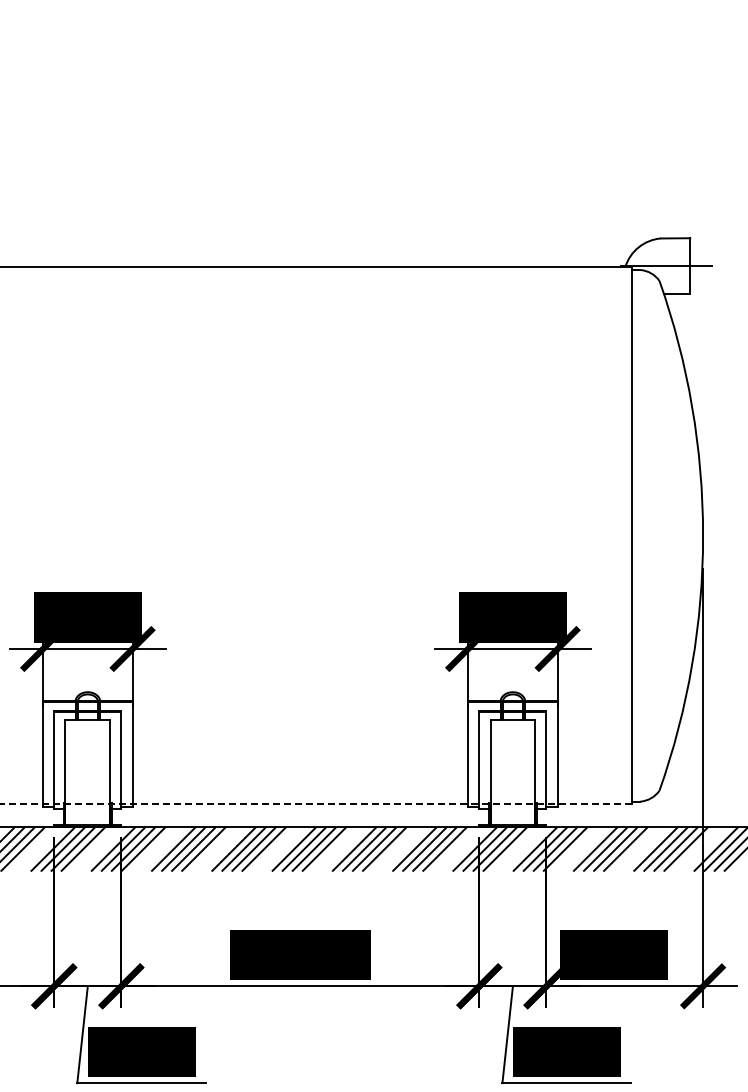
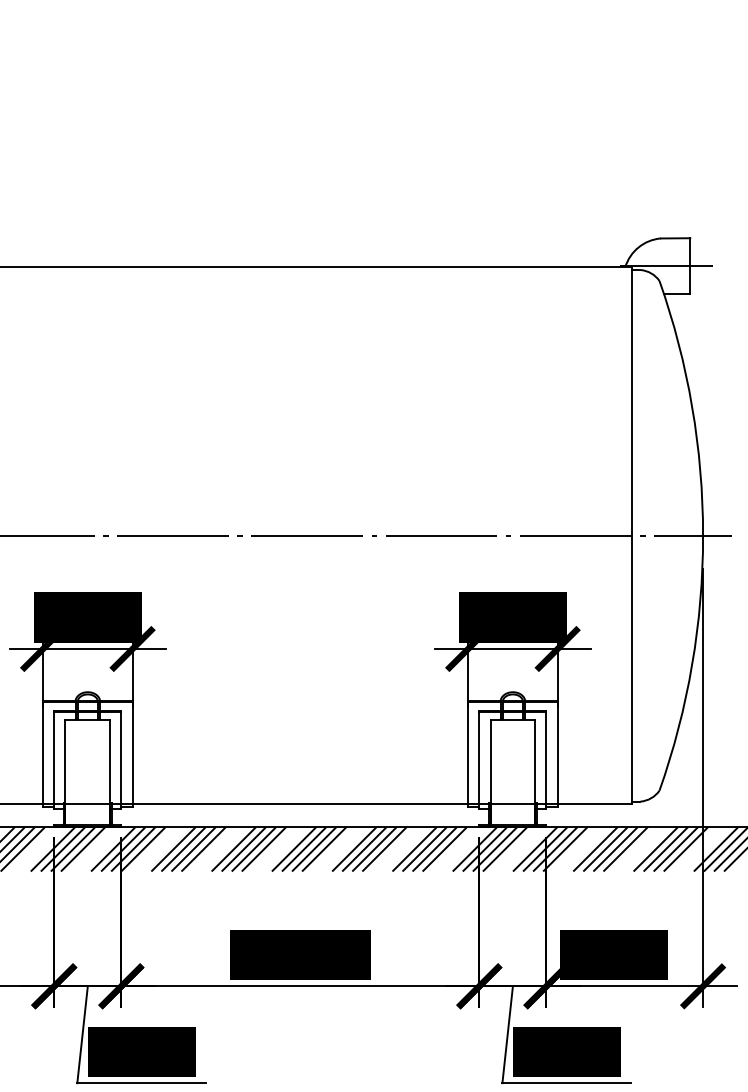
line at (367, 535): none -> present
line at (315, 804): dashed -> solid
